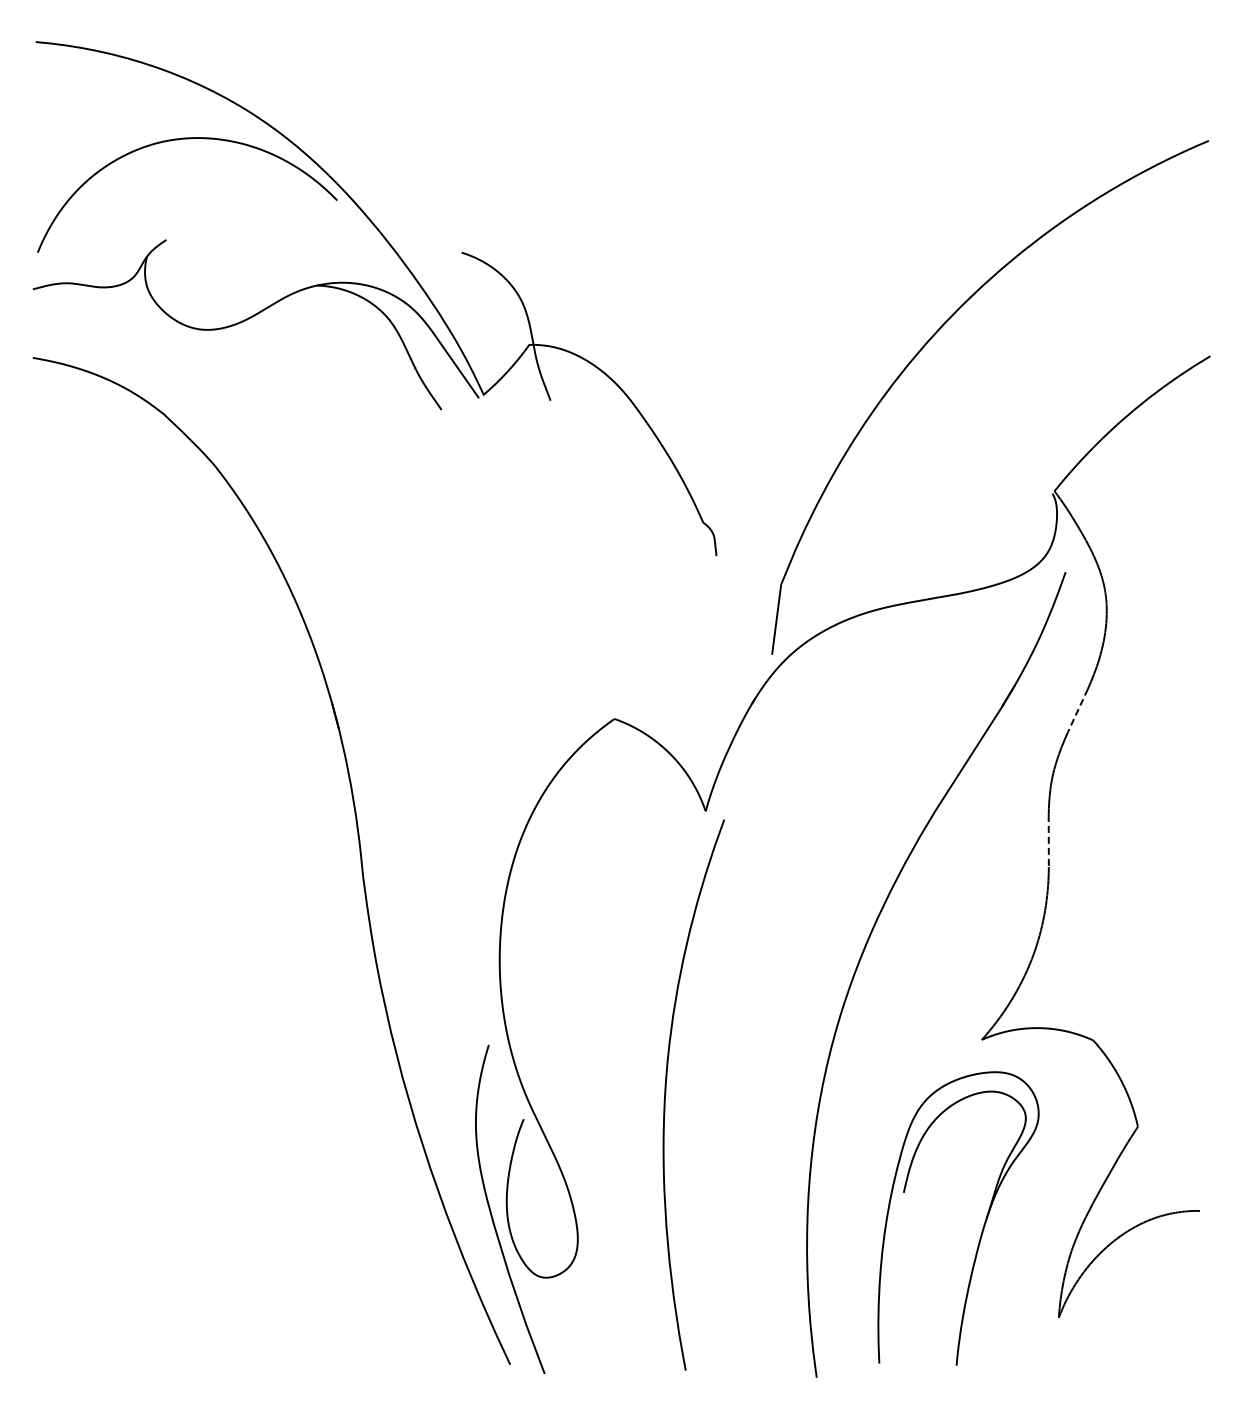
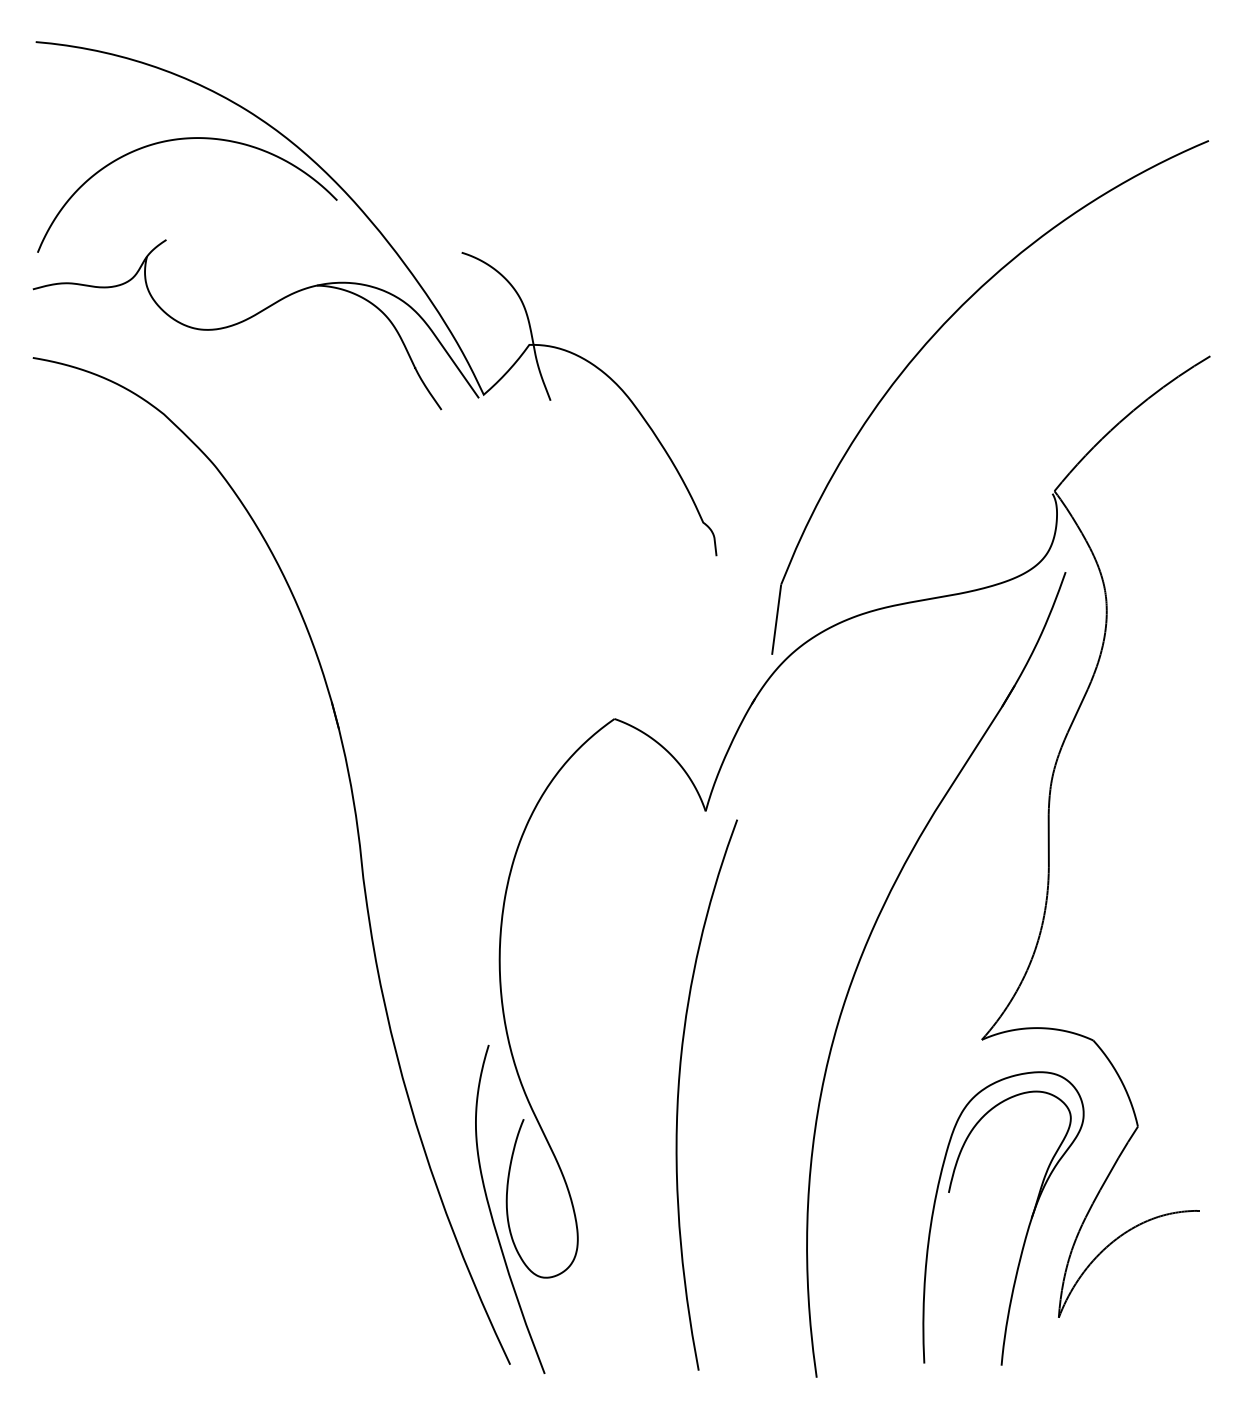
line at (1077, 711): dashed -> solid
line at (1048, 841): dashed -> solid
curve at (666, 1093) position: (666, 1093) -> (679, 1093)
part at (982, 1227) position: (982, 1227) -> (1027, 1227)
